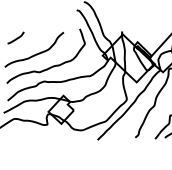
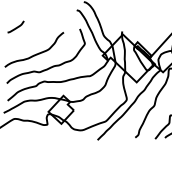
curve at (15, 38) position: (15, 38) -> (15, 27)
